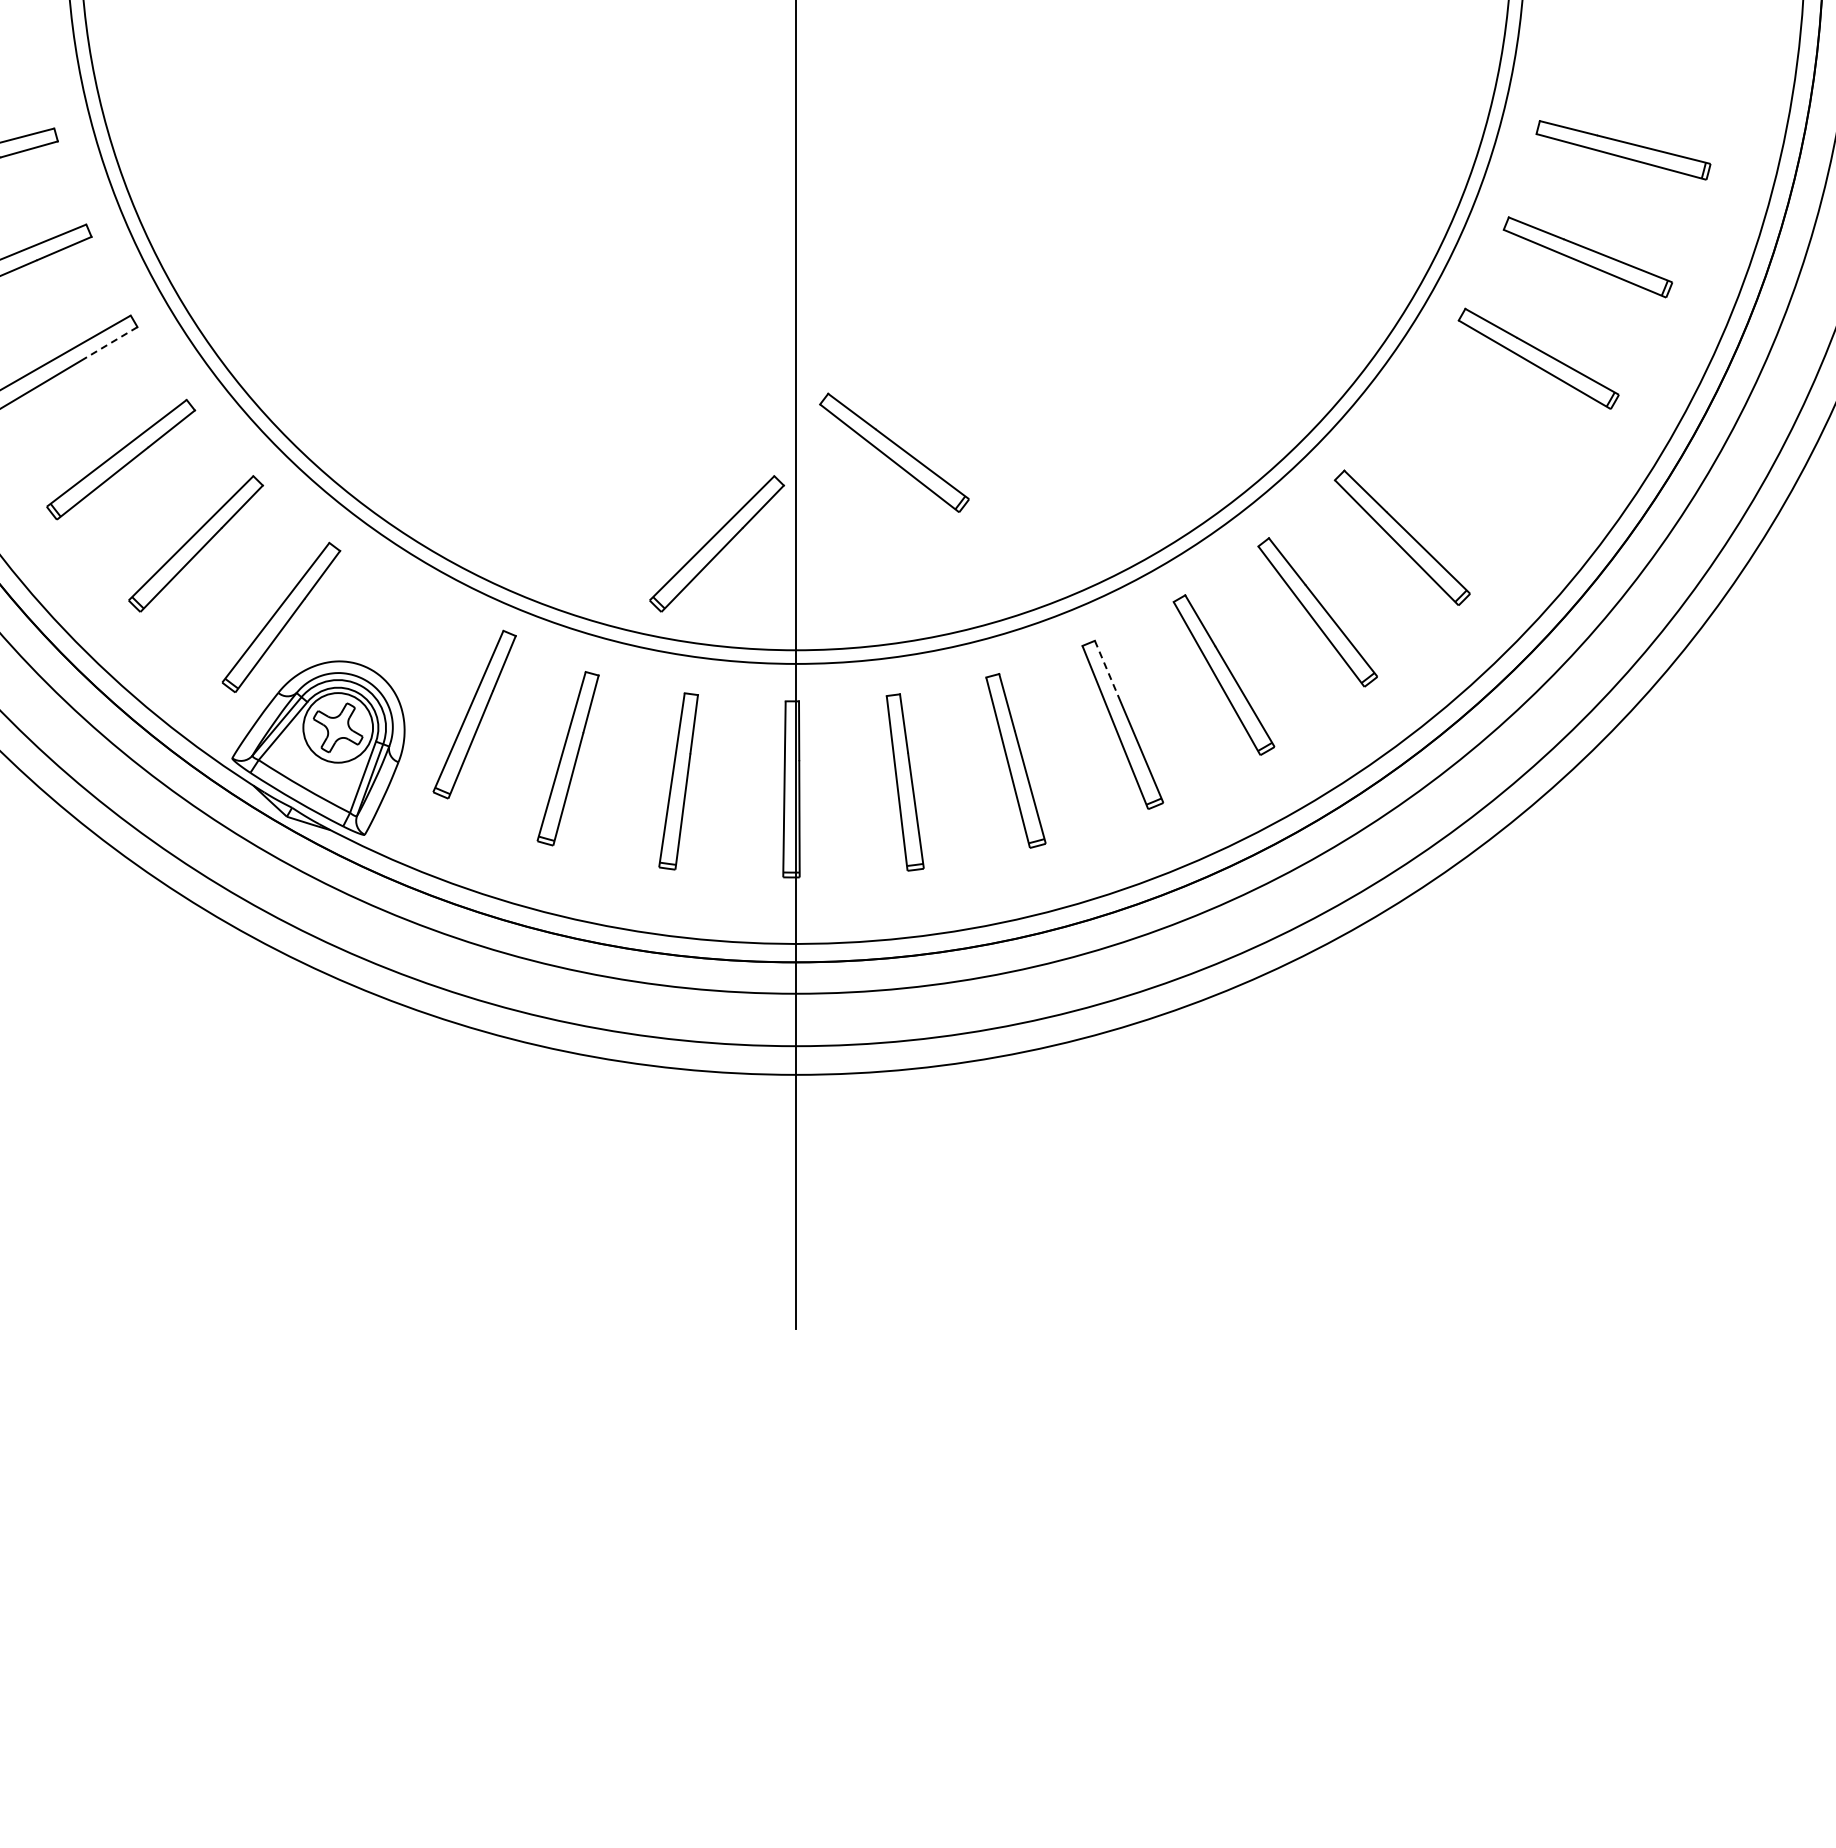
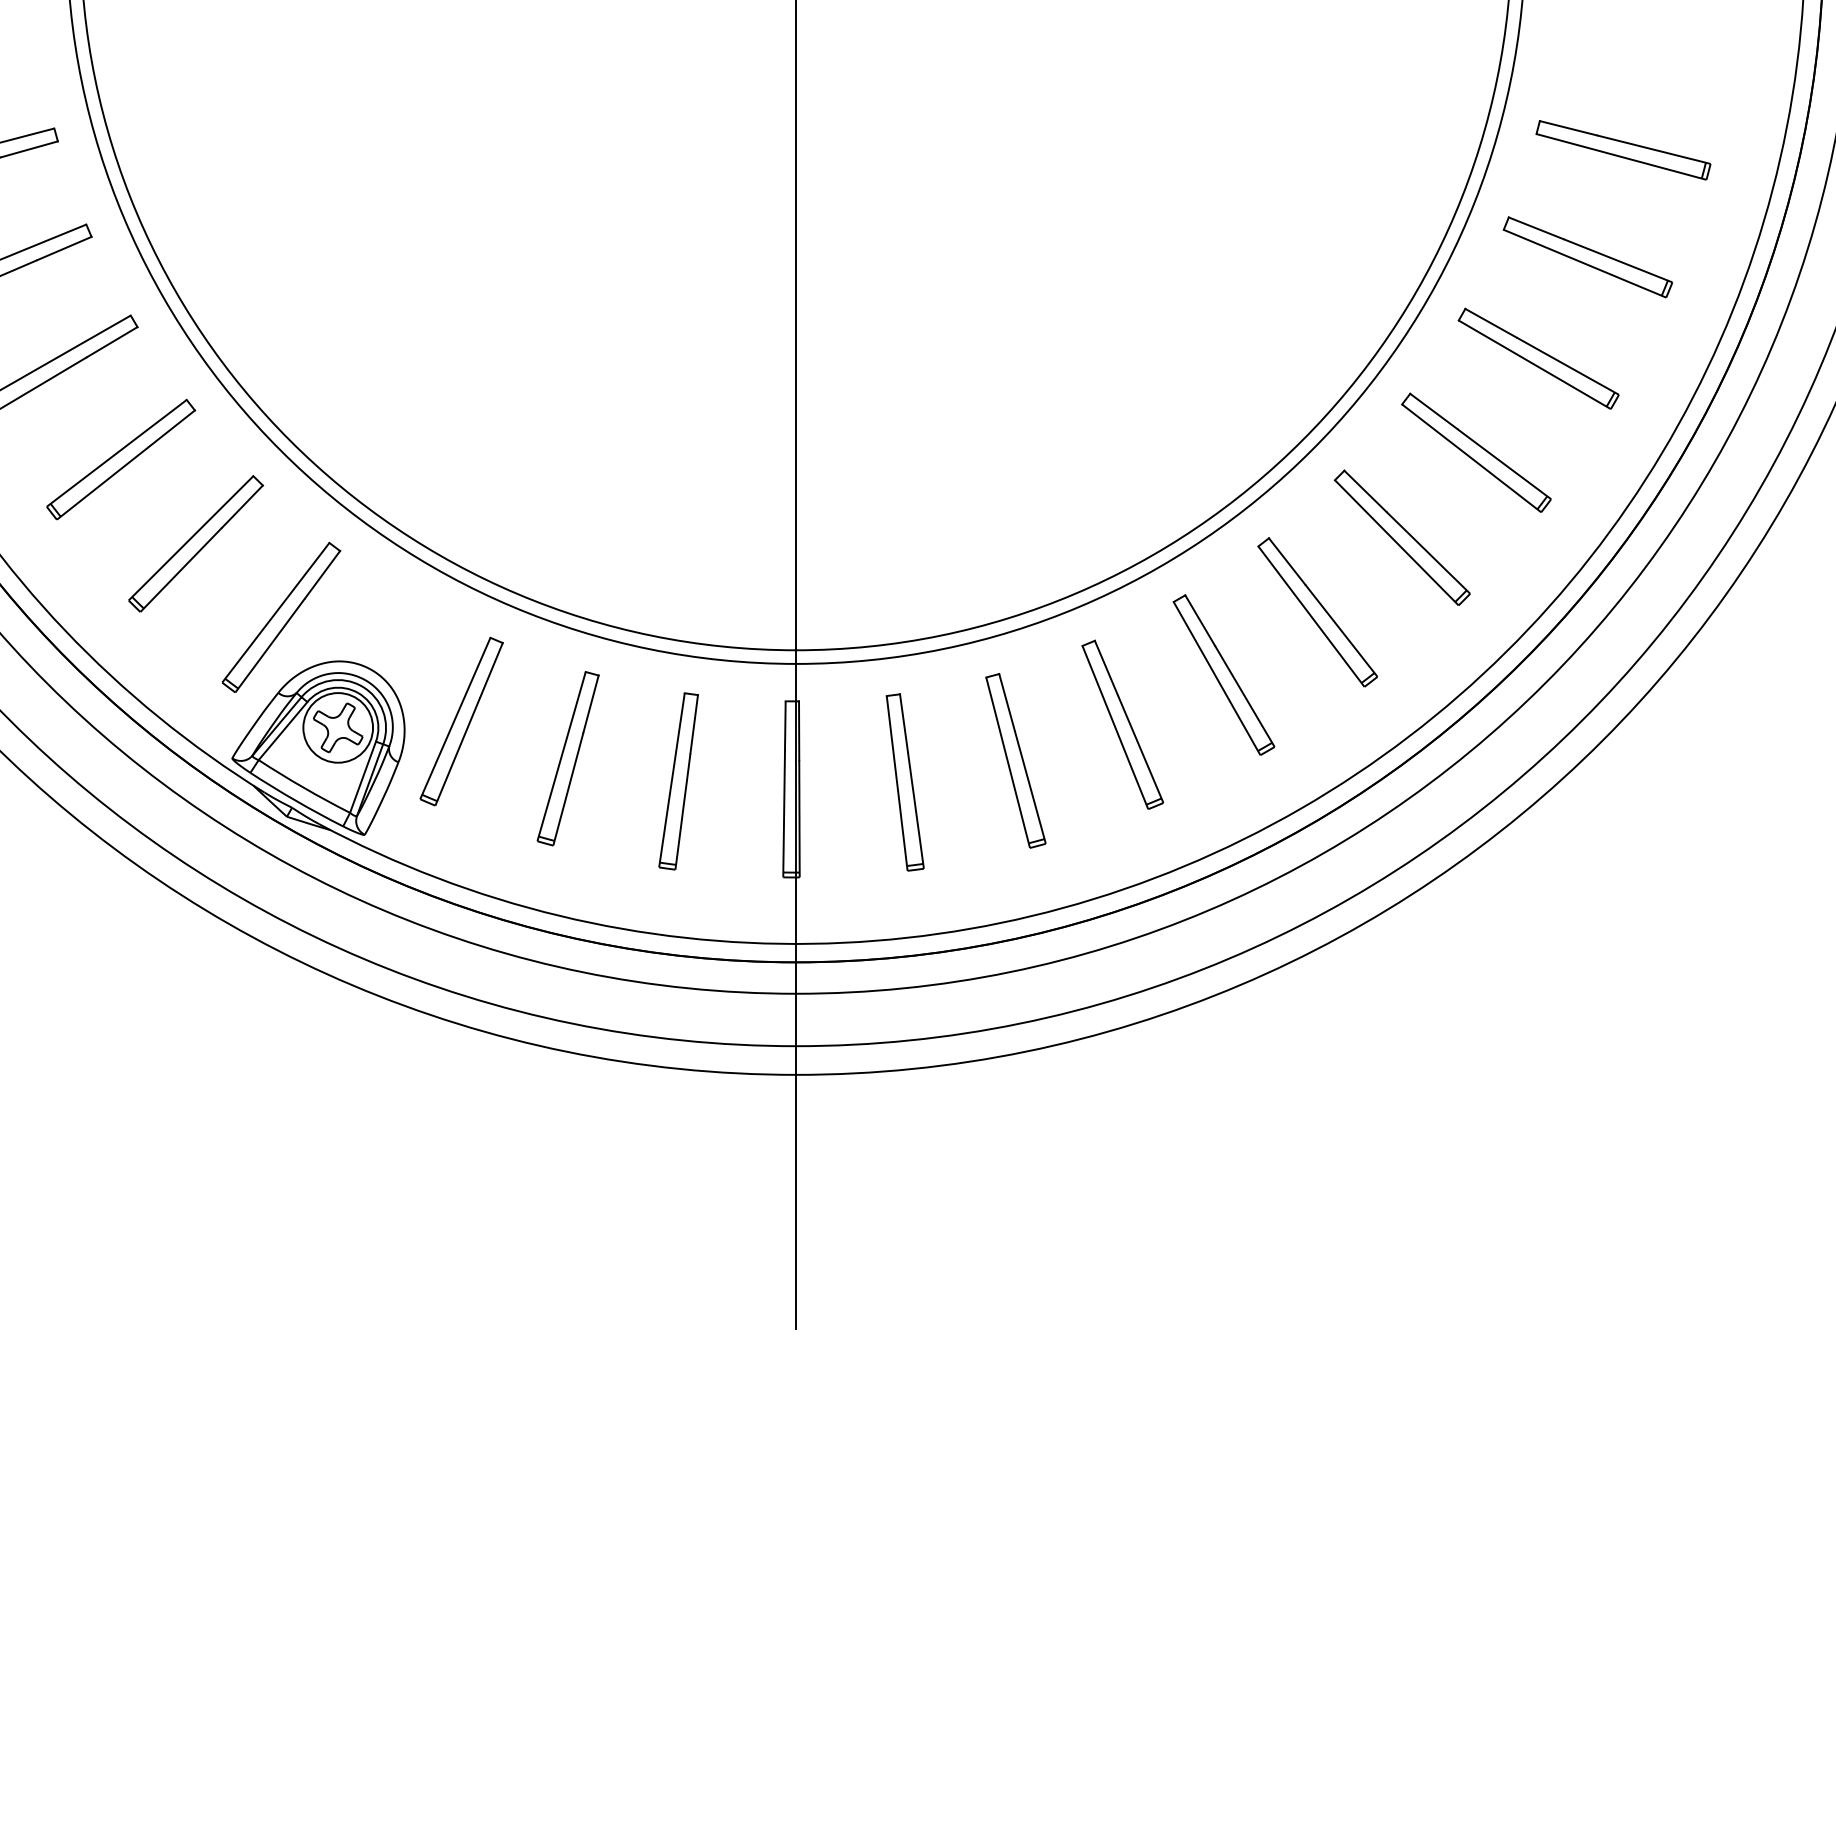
line at (111, 342): dashed -> solid
part at (894, 452) position: (894, 452) -> (1476, 452)
part at (716, 543): present -> none
line at (1106, 668): dashed -> solid
part at (474, 714) position: (474, 714) -> (461, 721)
